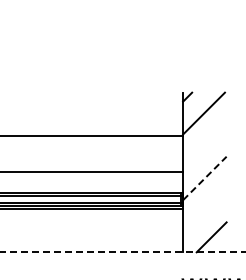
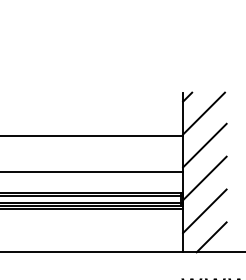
line at (204, 145): none -> present
line at (204, 178): dashed -> solid
line at (204, 211): none -> present
line at (123, 252): dashed -> solid
